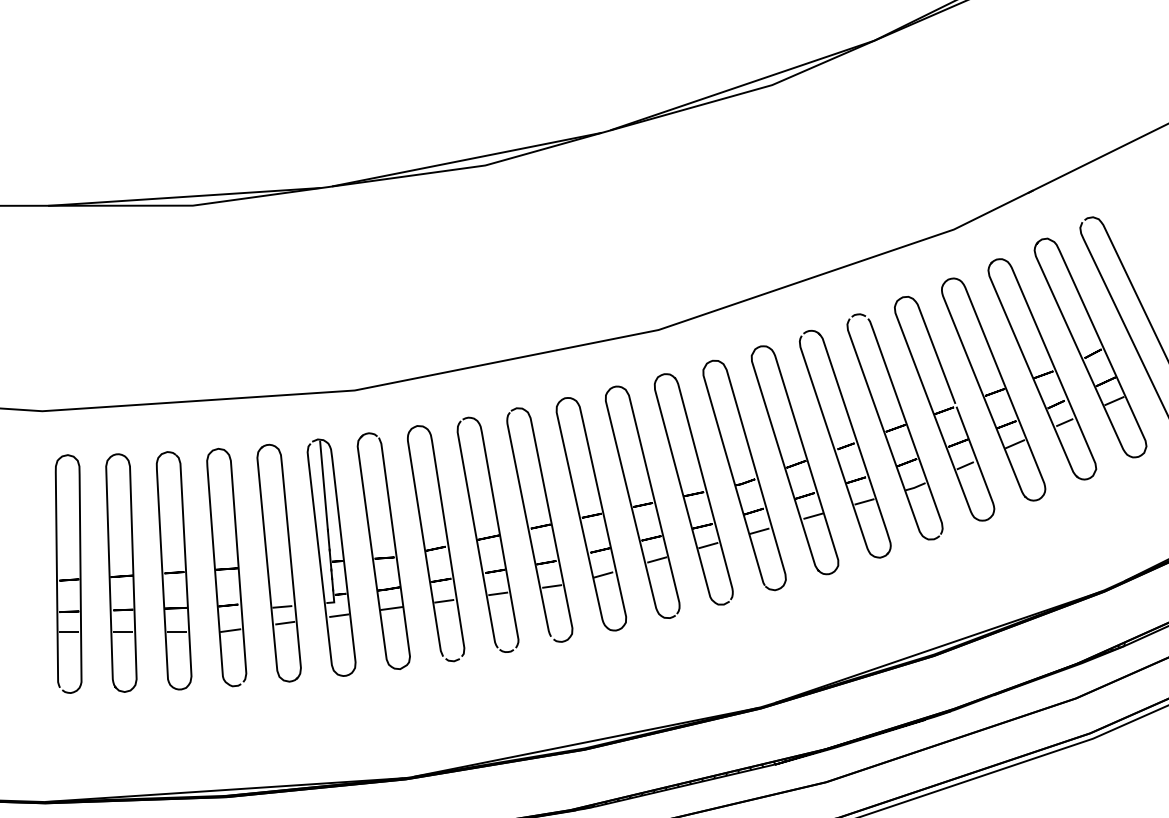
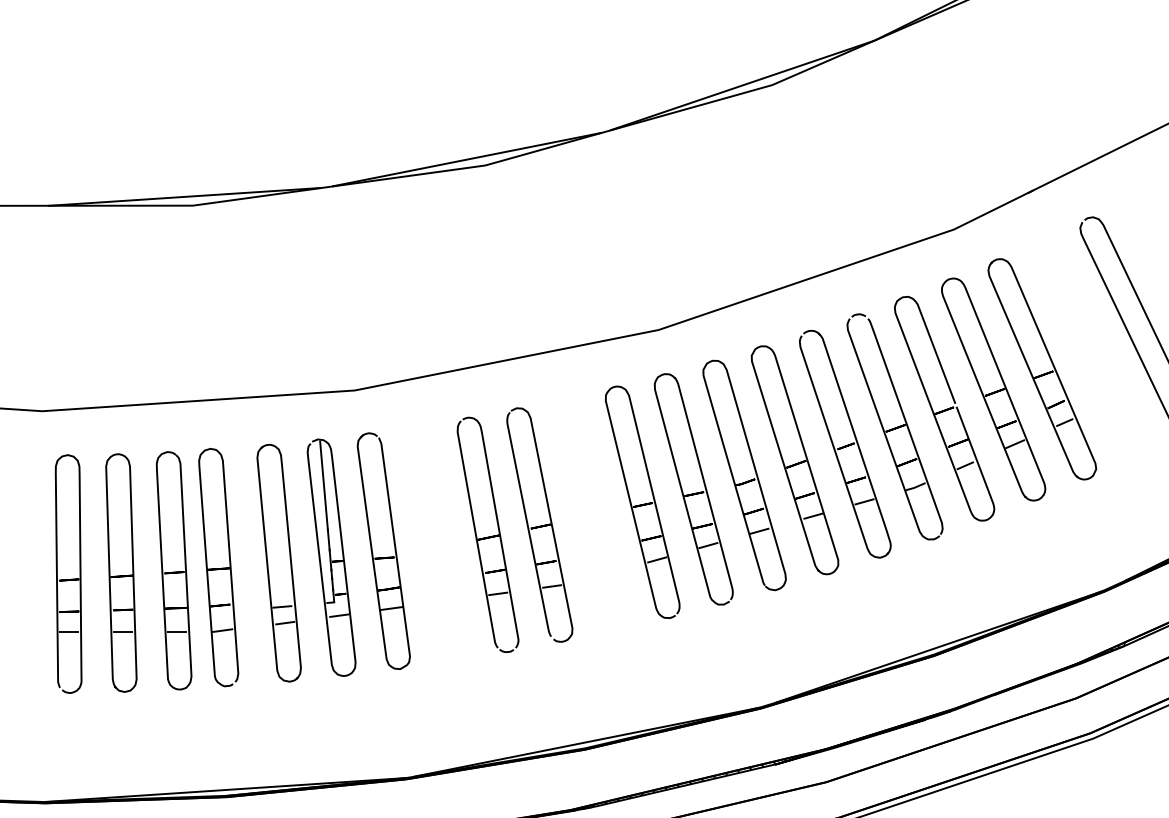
part at (1090, 347): present -> none
part at (591, 514): present -> none
part at (436, 543): present -> none
part at (226, 567) position: (226, 567) -> (218, 567)
